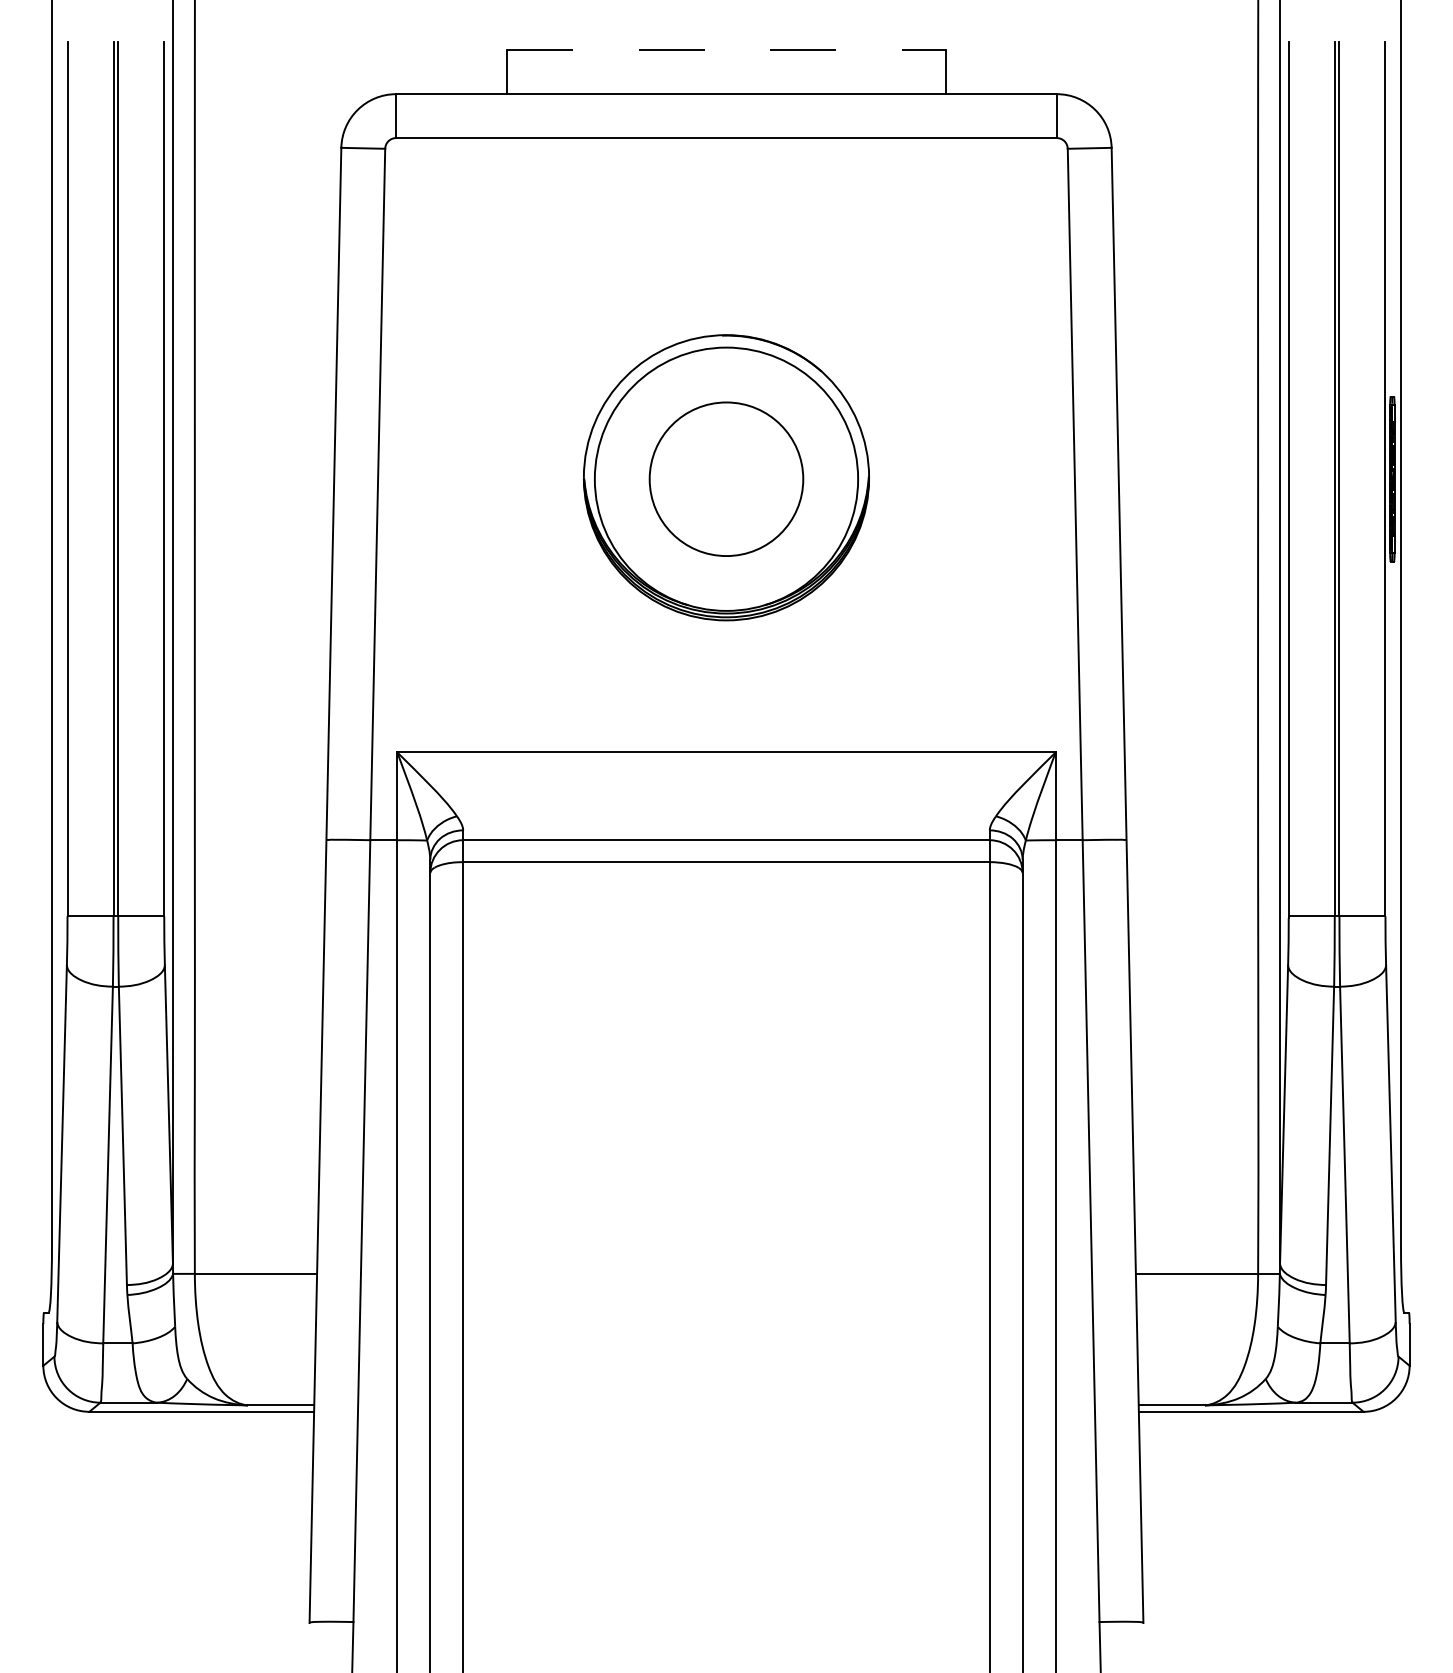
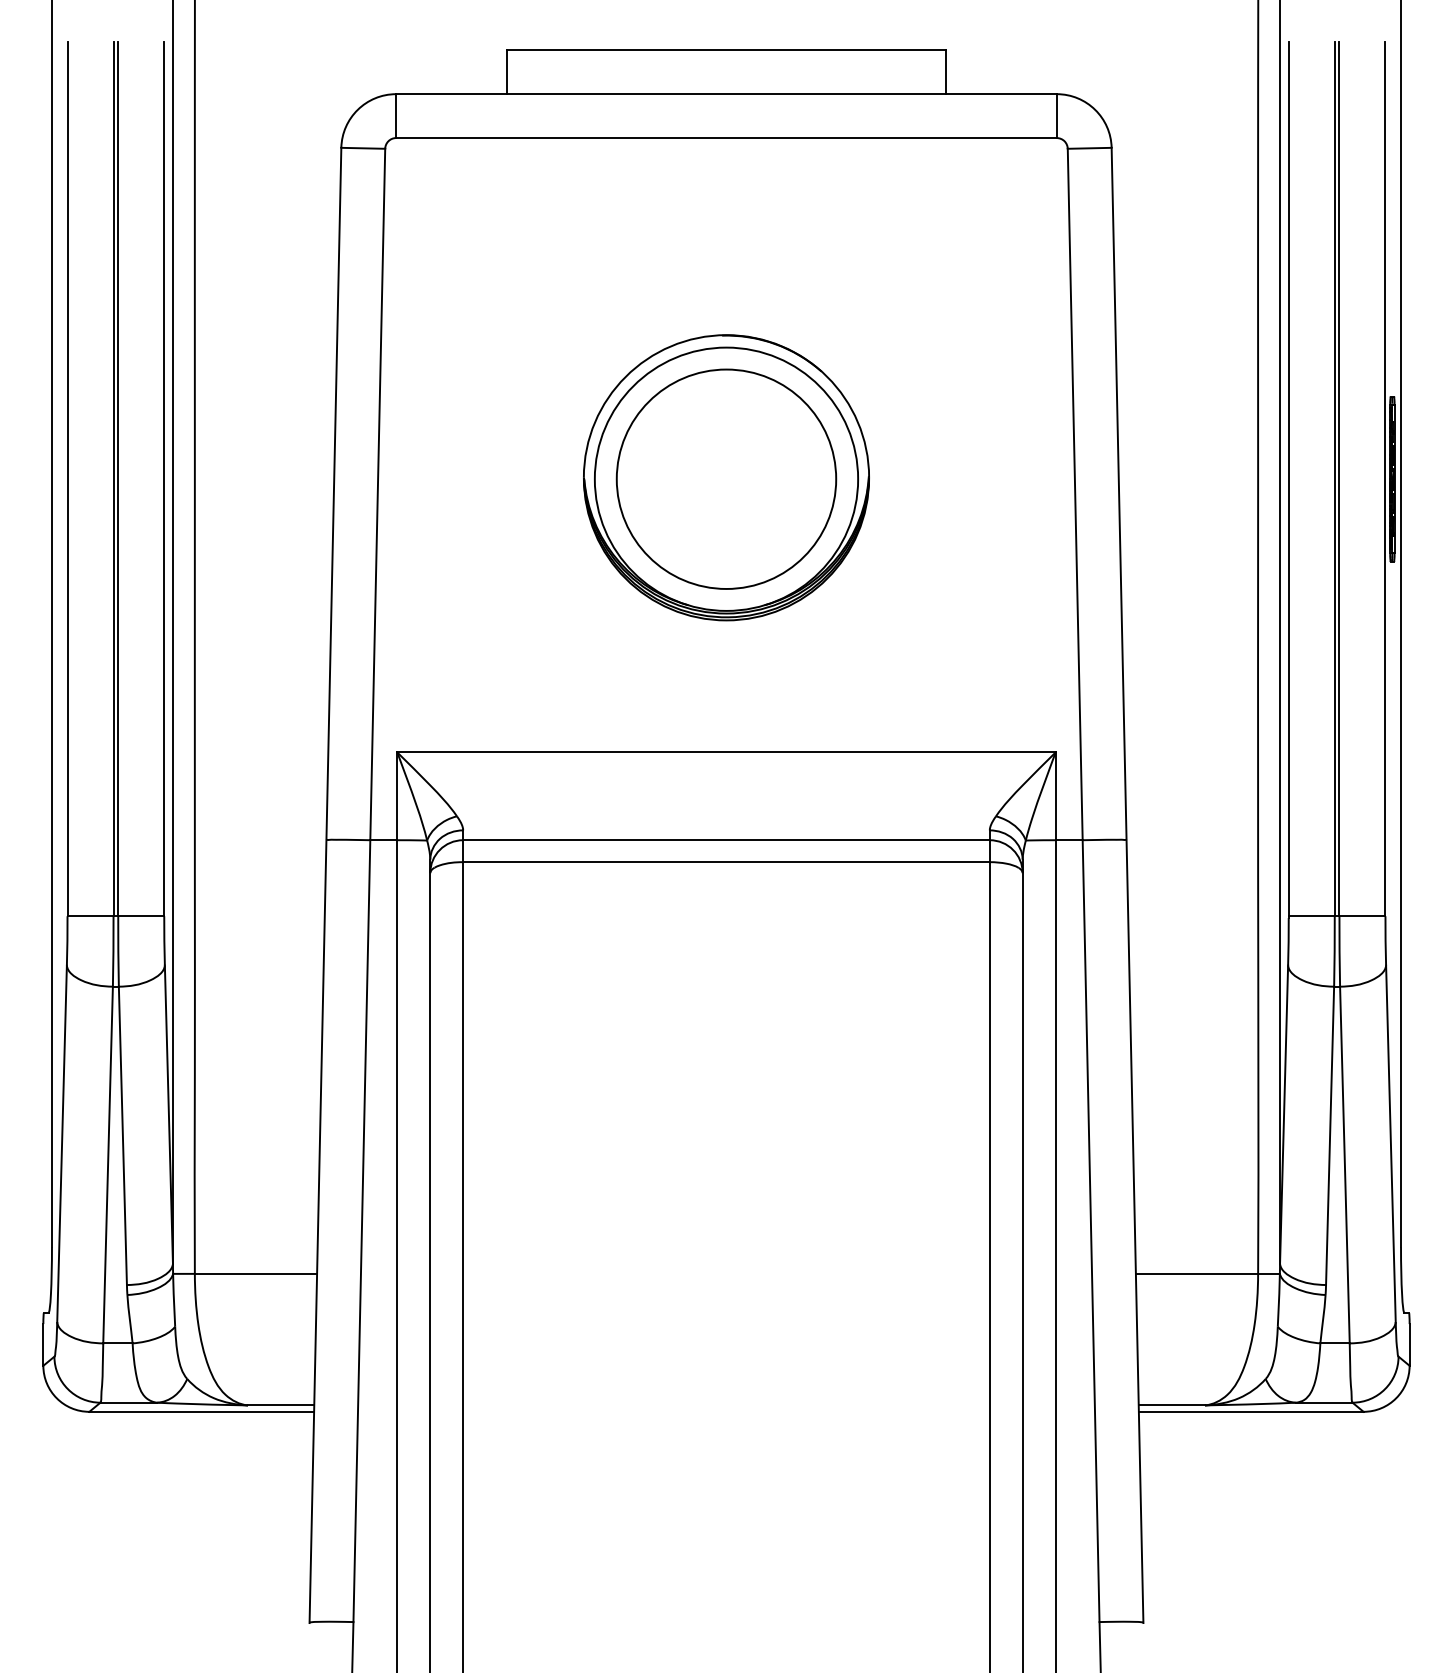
line at (727, 50): dashed -> solid
circle at (726, 479) diameter: 154 px -> 219 px
